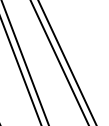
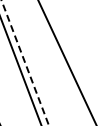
line at (25, 62): solid -> dashed
line at (59, 62): present -> none
